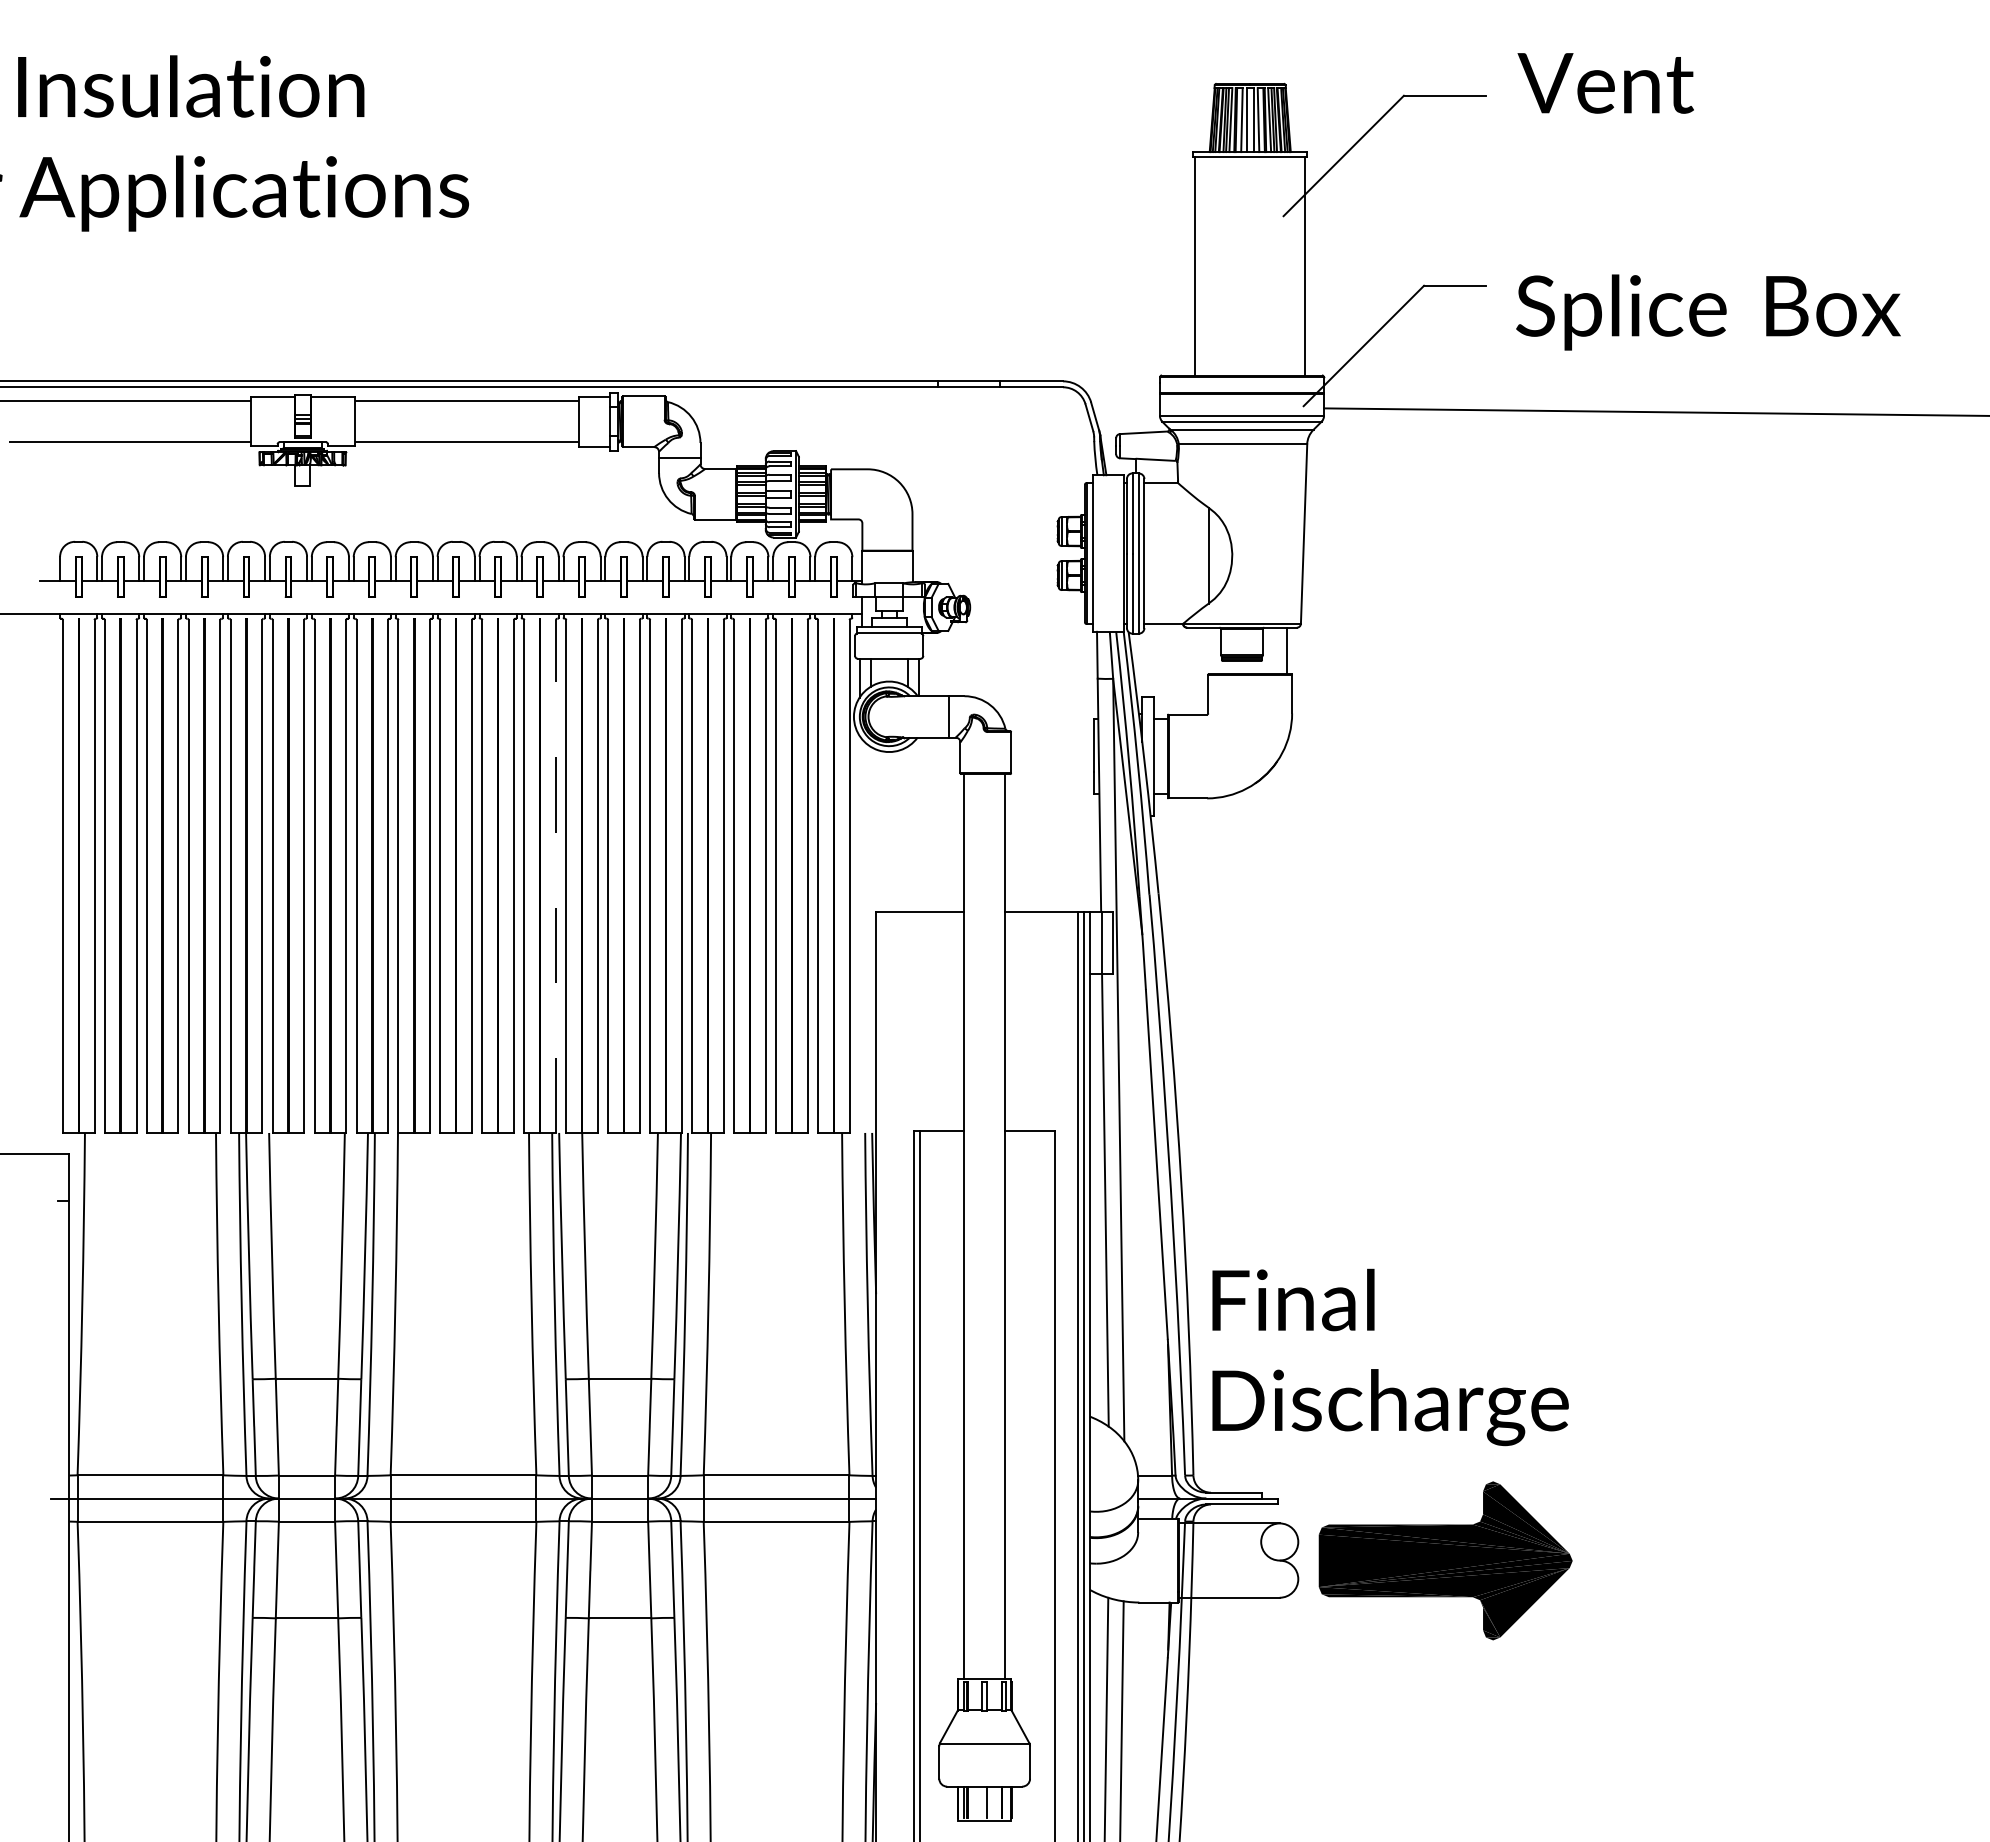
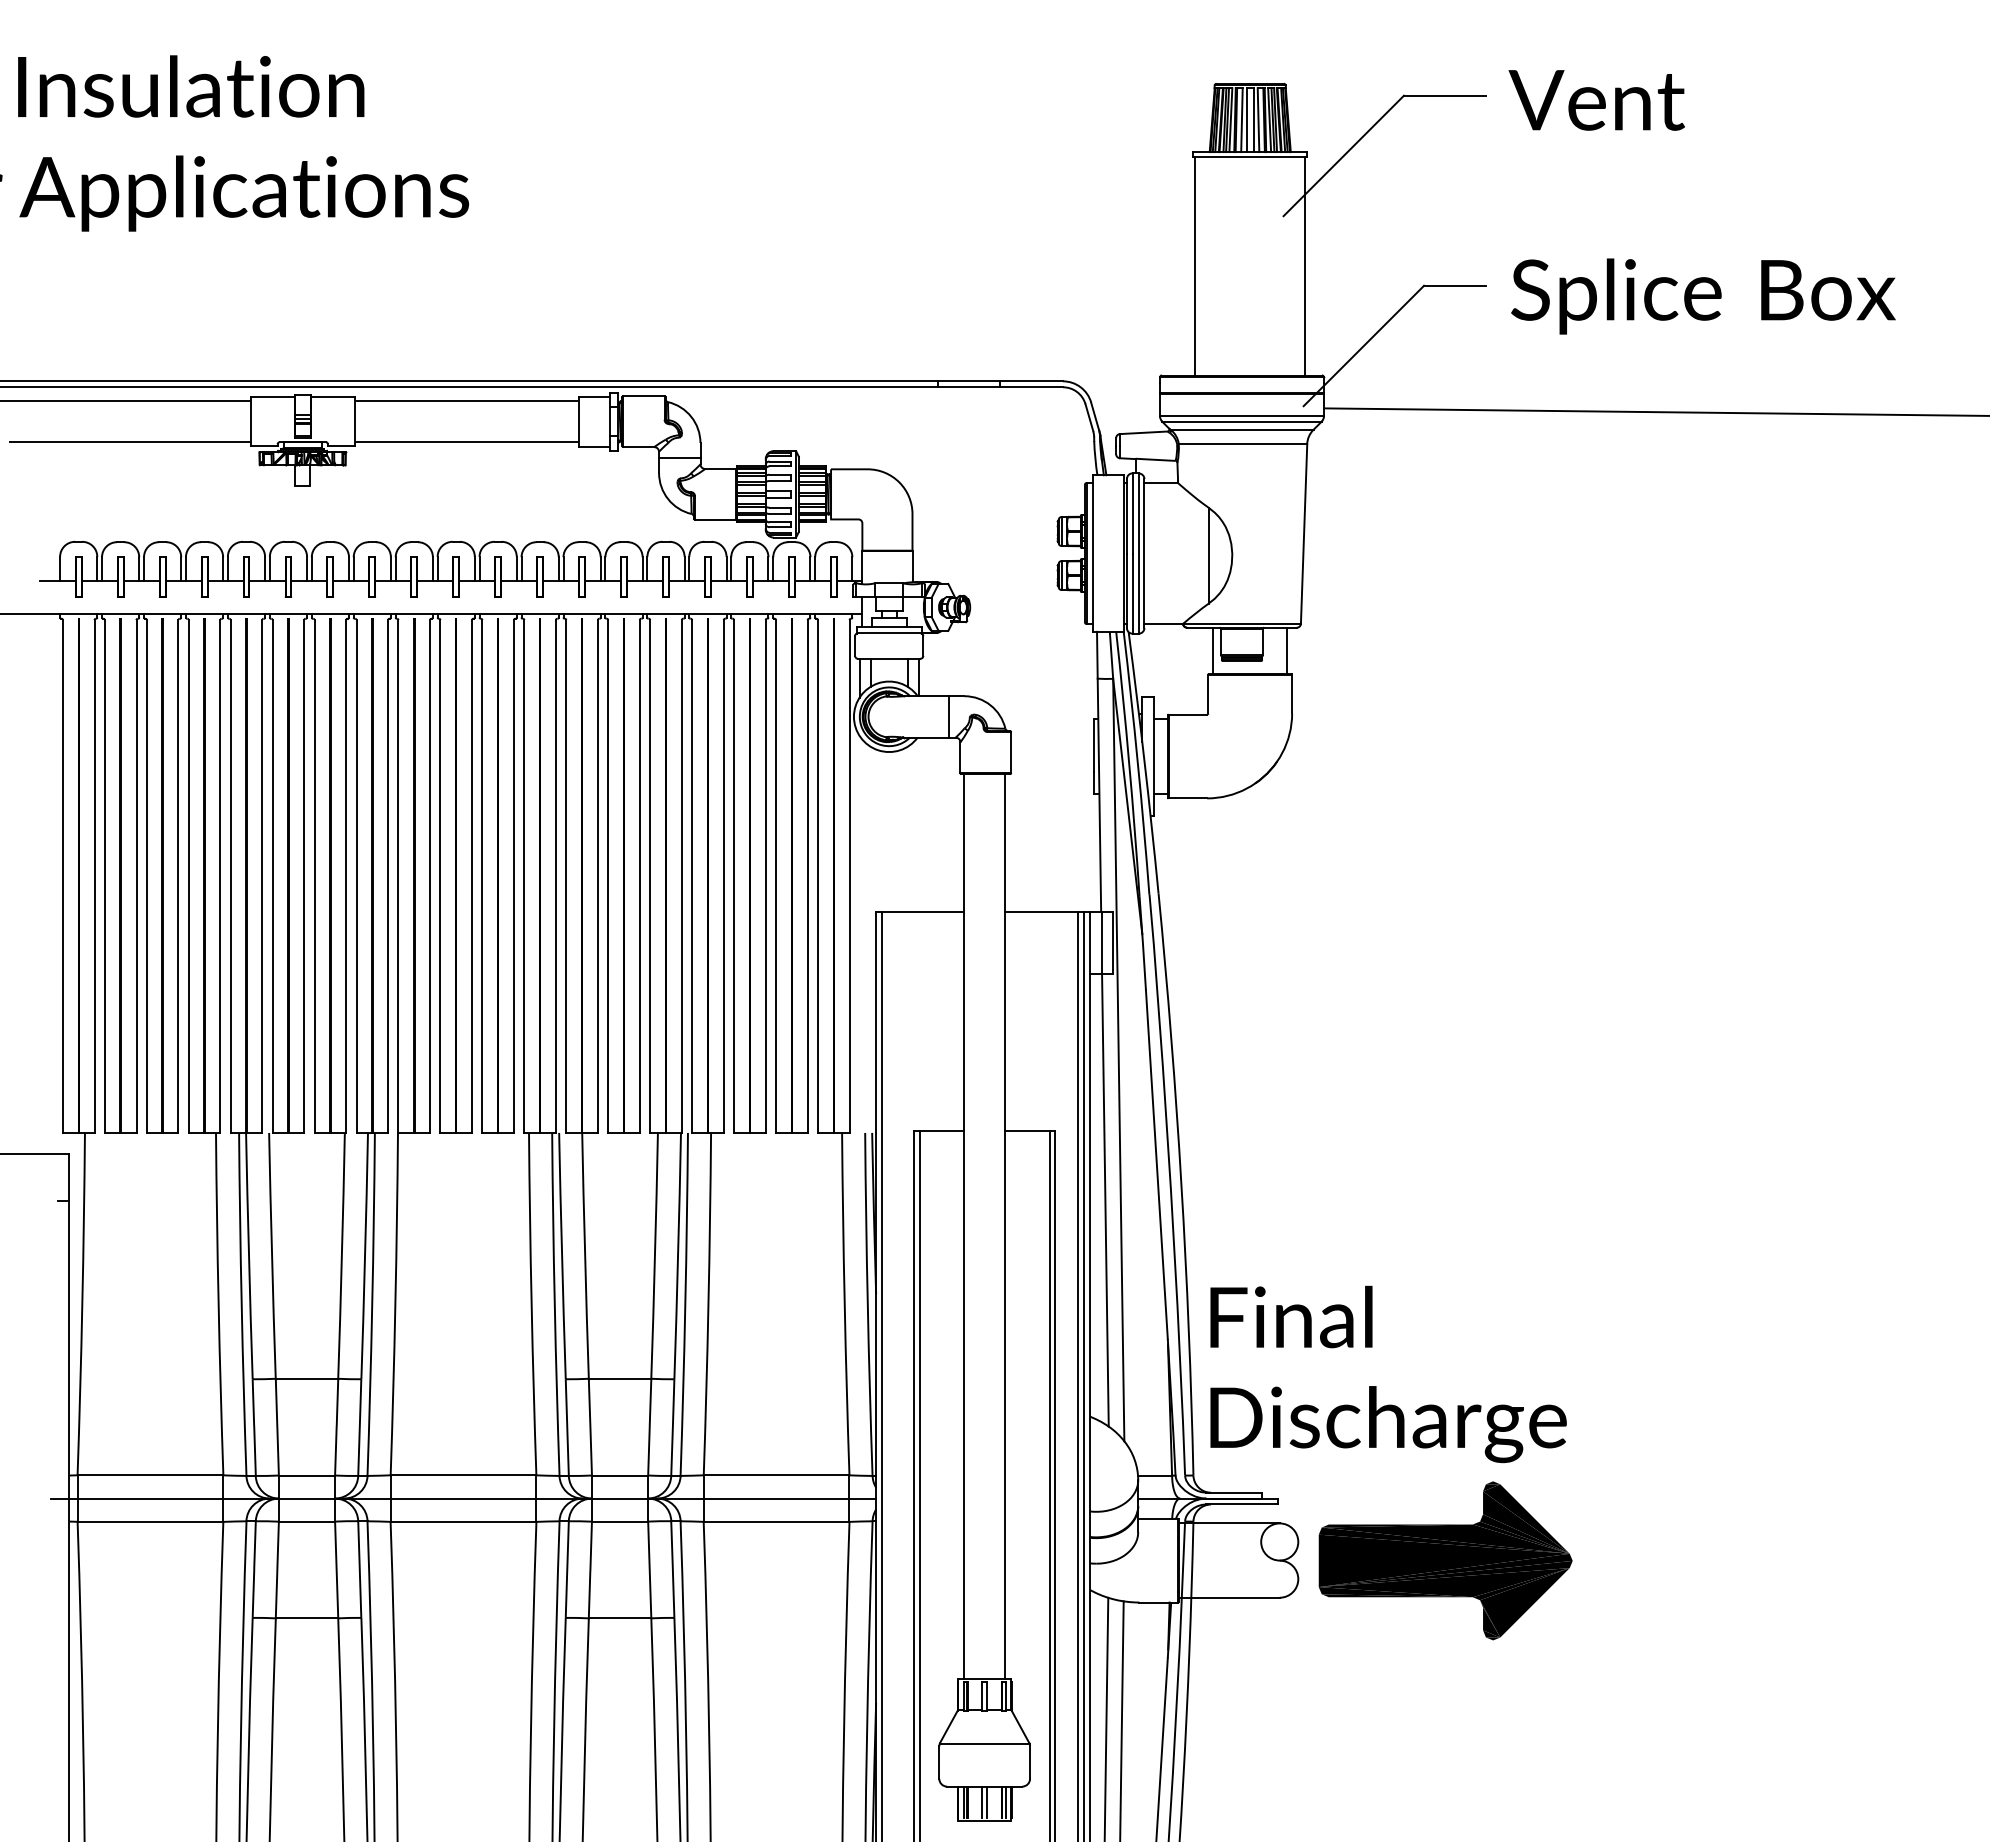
text at (1605, 83) position: (1605, 83) -> (1596, 100)
text at (1708, 312) position: (1708, 312) -> (1703, 296)
line at (1213, 650): none -> present
line at (555, 876): dashed -> solid
text at (1390, 1357) position: (1390, 1357) -> (1388, 1374)
line at (881, 1374): none -> present
line at (1049, 1484): none -> present
line at (982, 1801): none -> present
line at (1005, 1801): none -> present
